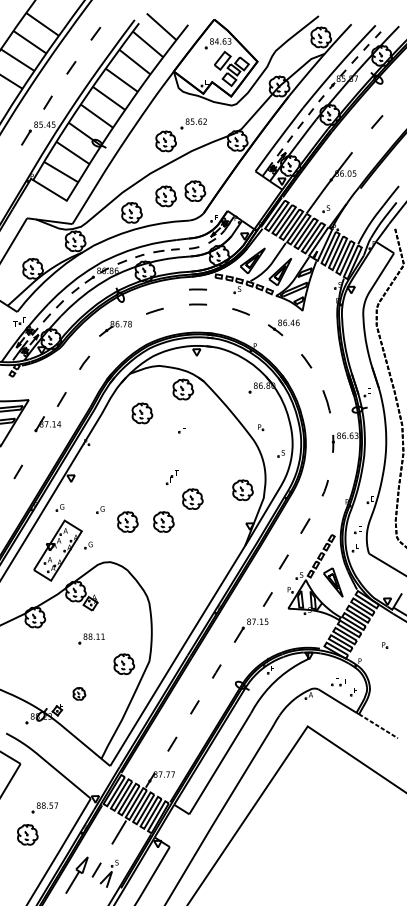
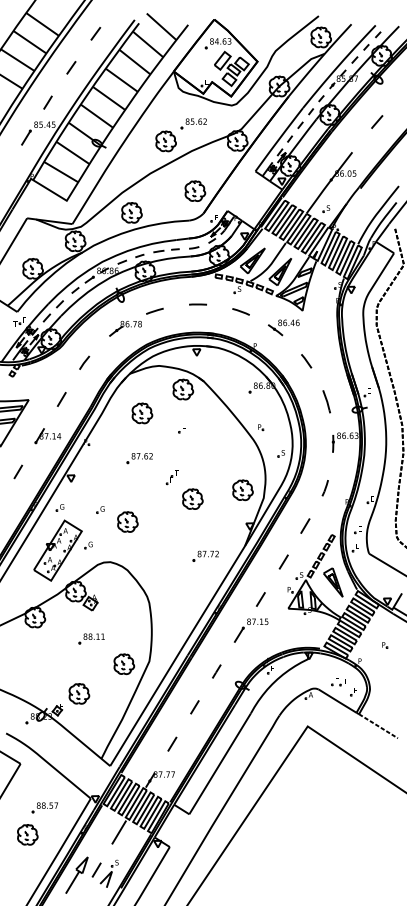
part at (165, 196): present -> none
line at (197, 289): present -> none
part at (115, 328) position: (115, 328) -> (125, 328)
part at (47, 424) position: (47, 424) -> (47, 436)
part at (139, 458): none -> present
part at (163, 521): present -> none
part at (205, 555): none -> present
line at (267, 599) position: (267, 599) -> (260, 599)
part at (79, 693) size: 15x14 px -> 23x22 px
